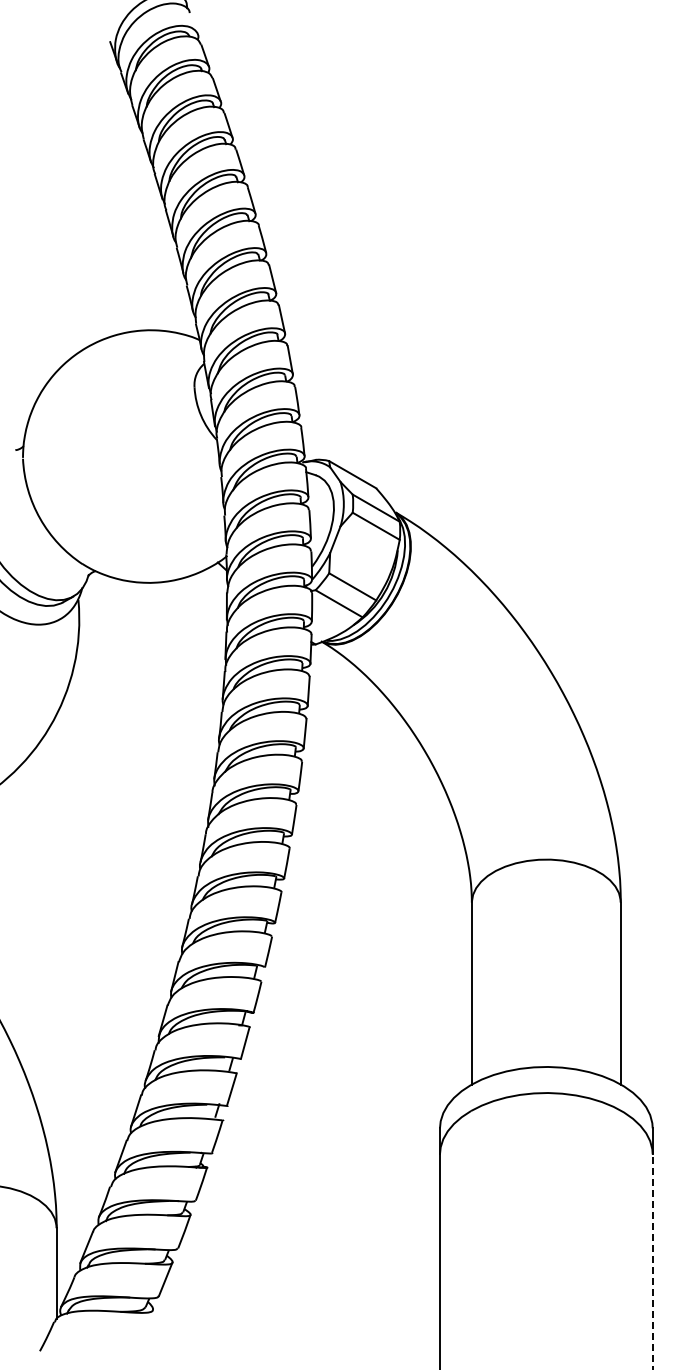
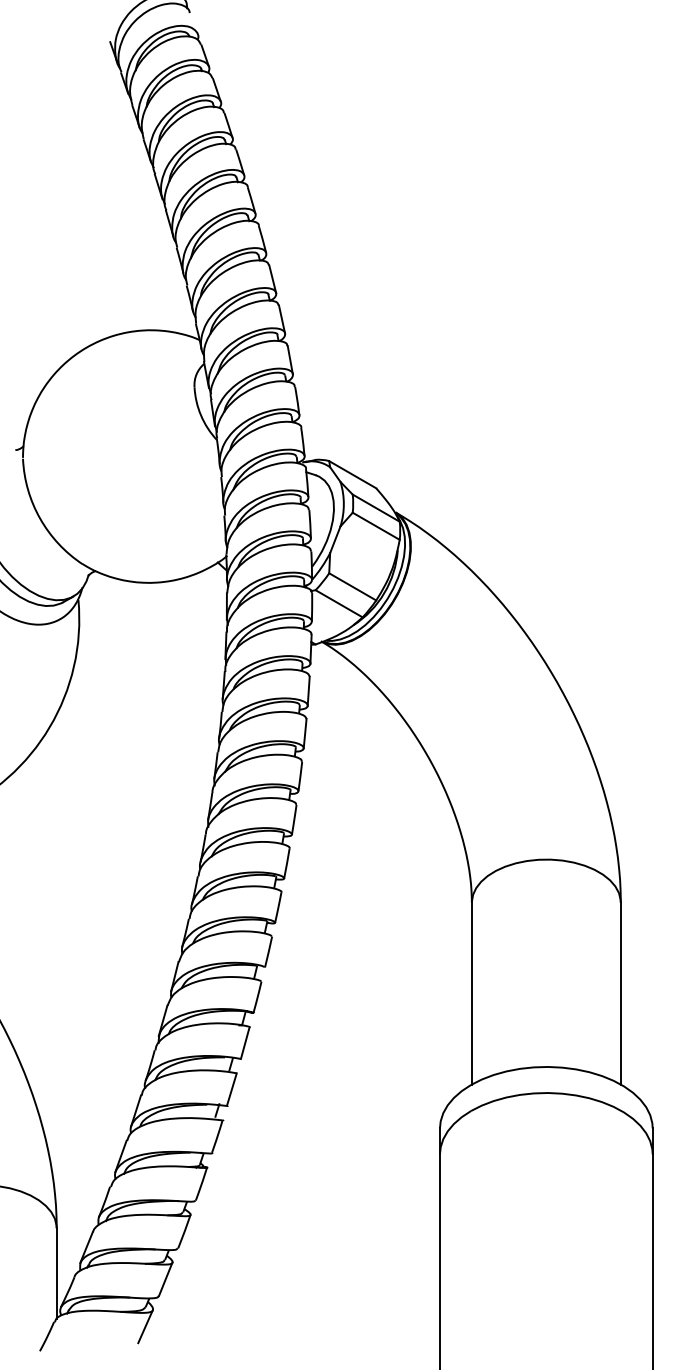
line at (652, 1261): dashed -> solid
line at (145, 1326): none -> present
